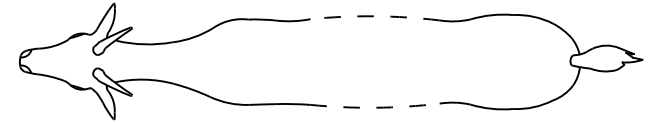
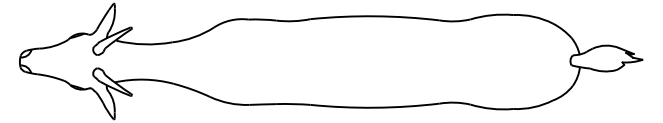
arc at (375, 16): dashed -> solid
arc at (375, 107): dashed -> solid
